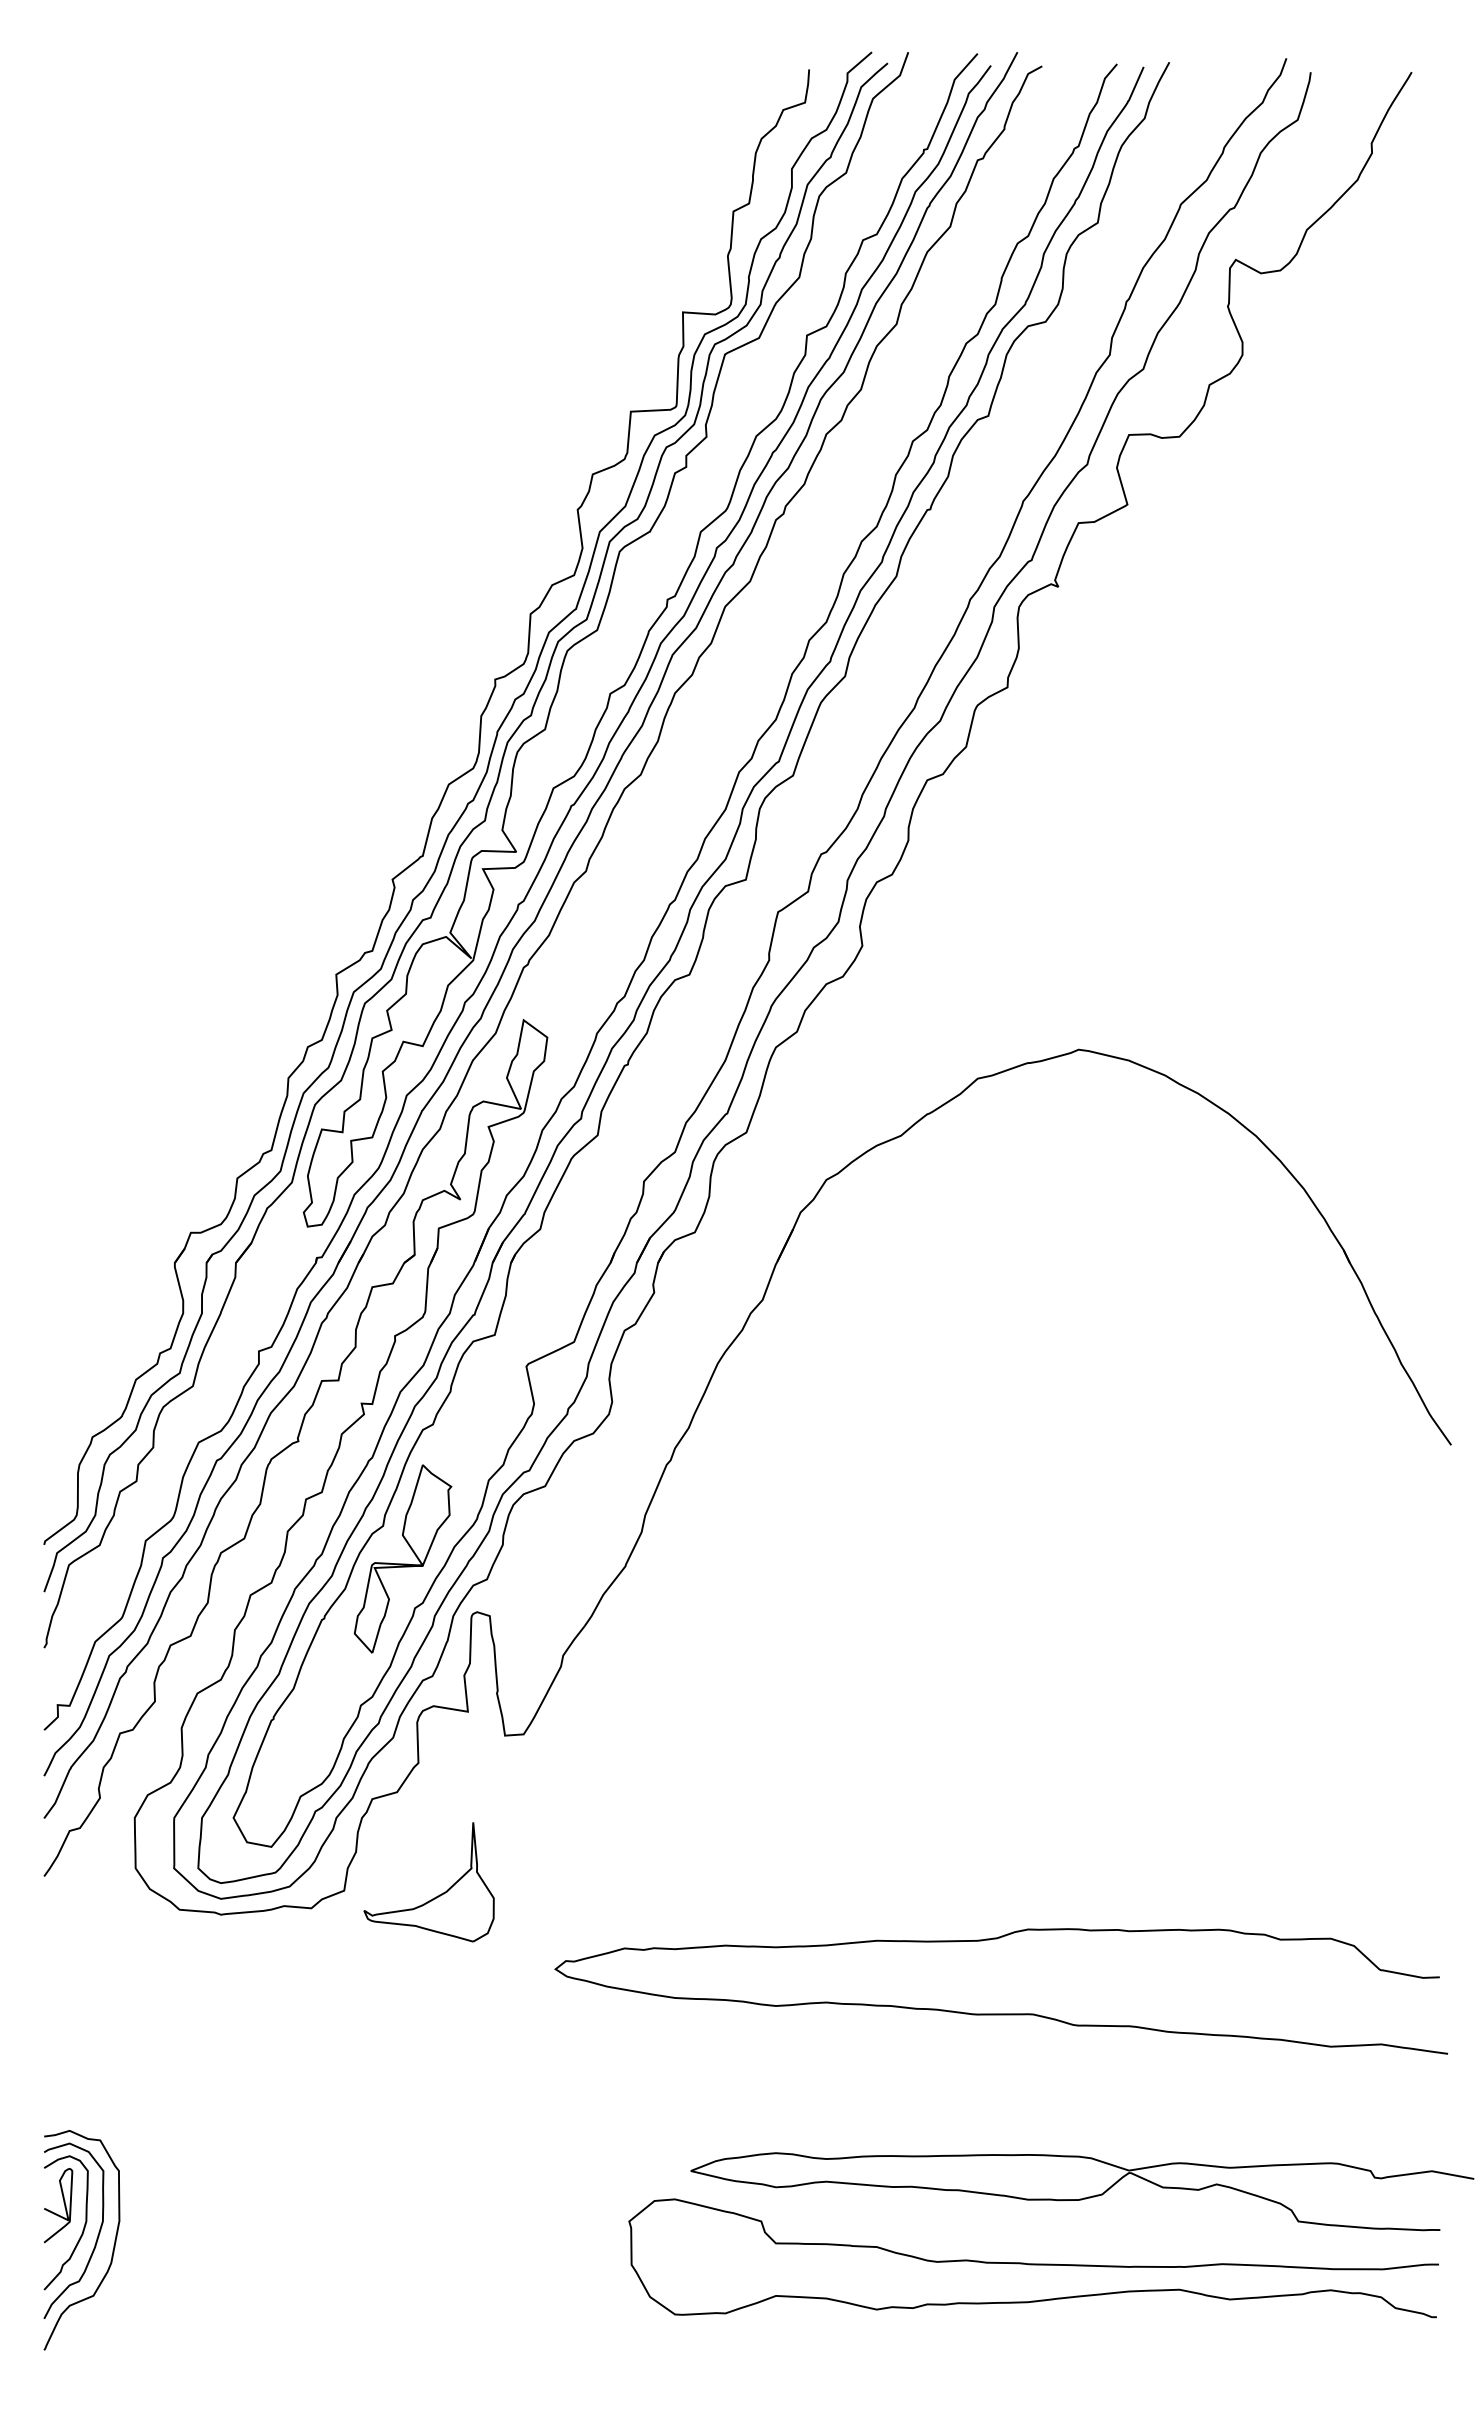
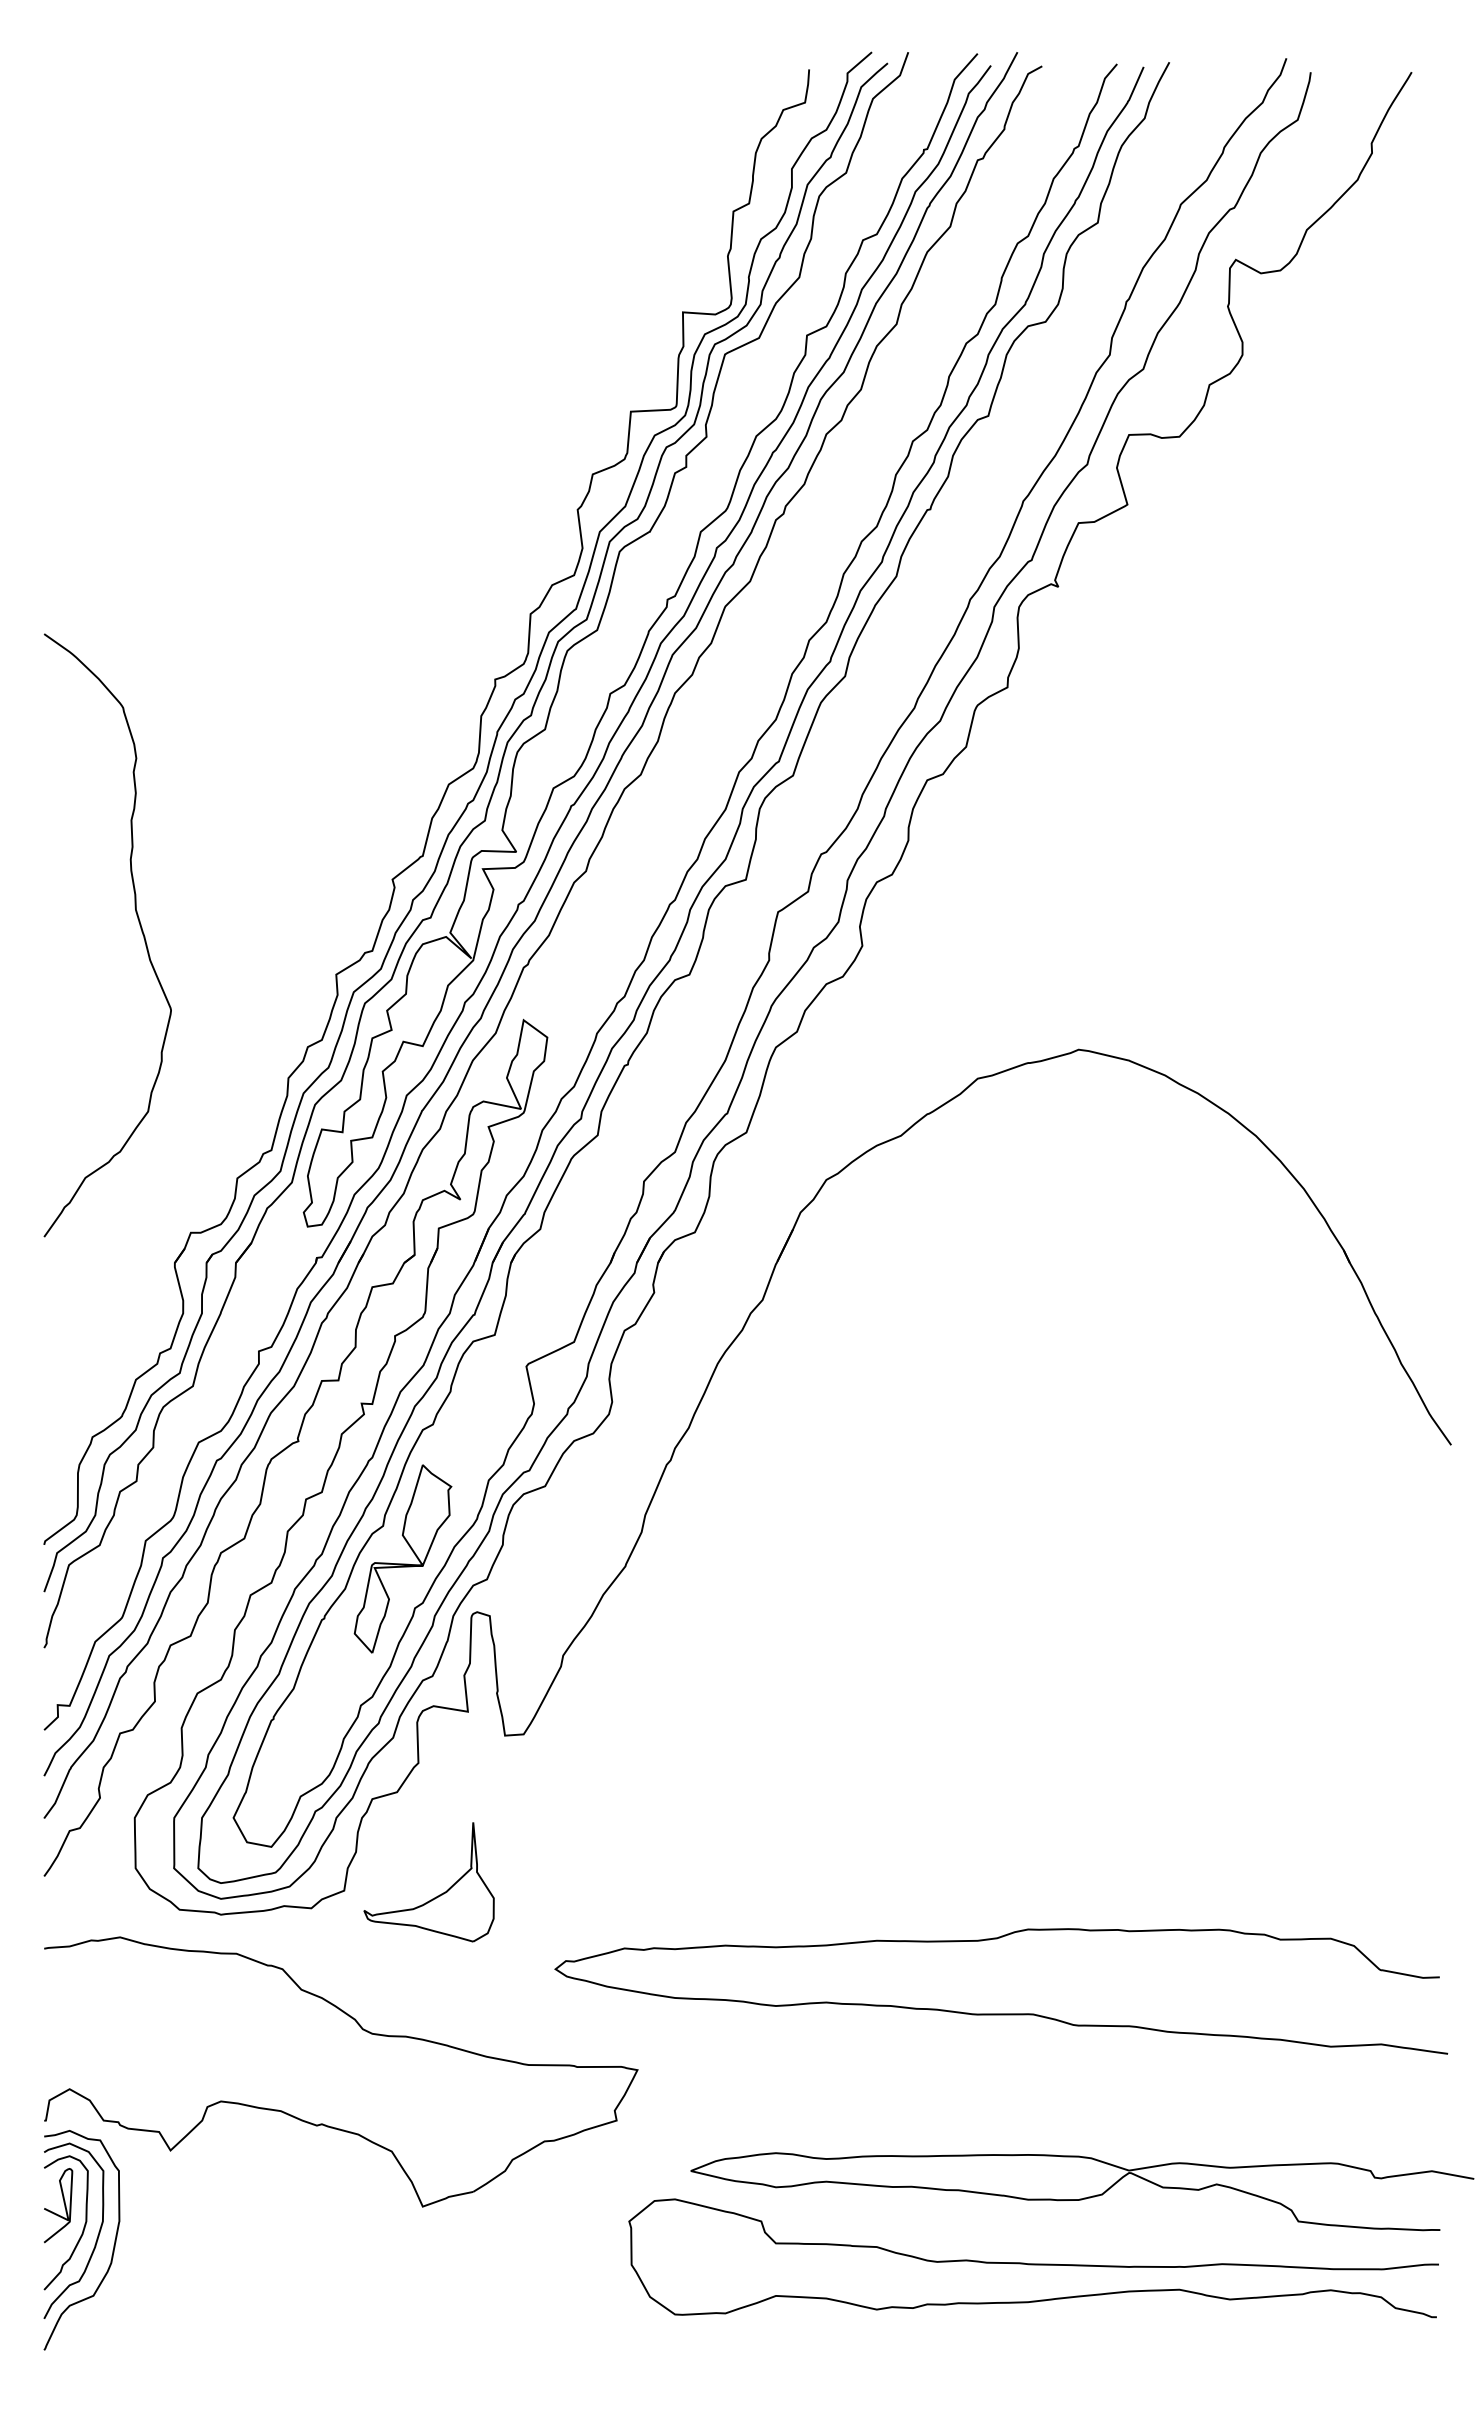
curve at (139, 925): none -> present
part at (362, 2030): none -> present
